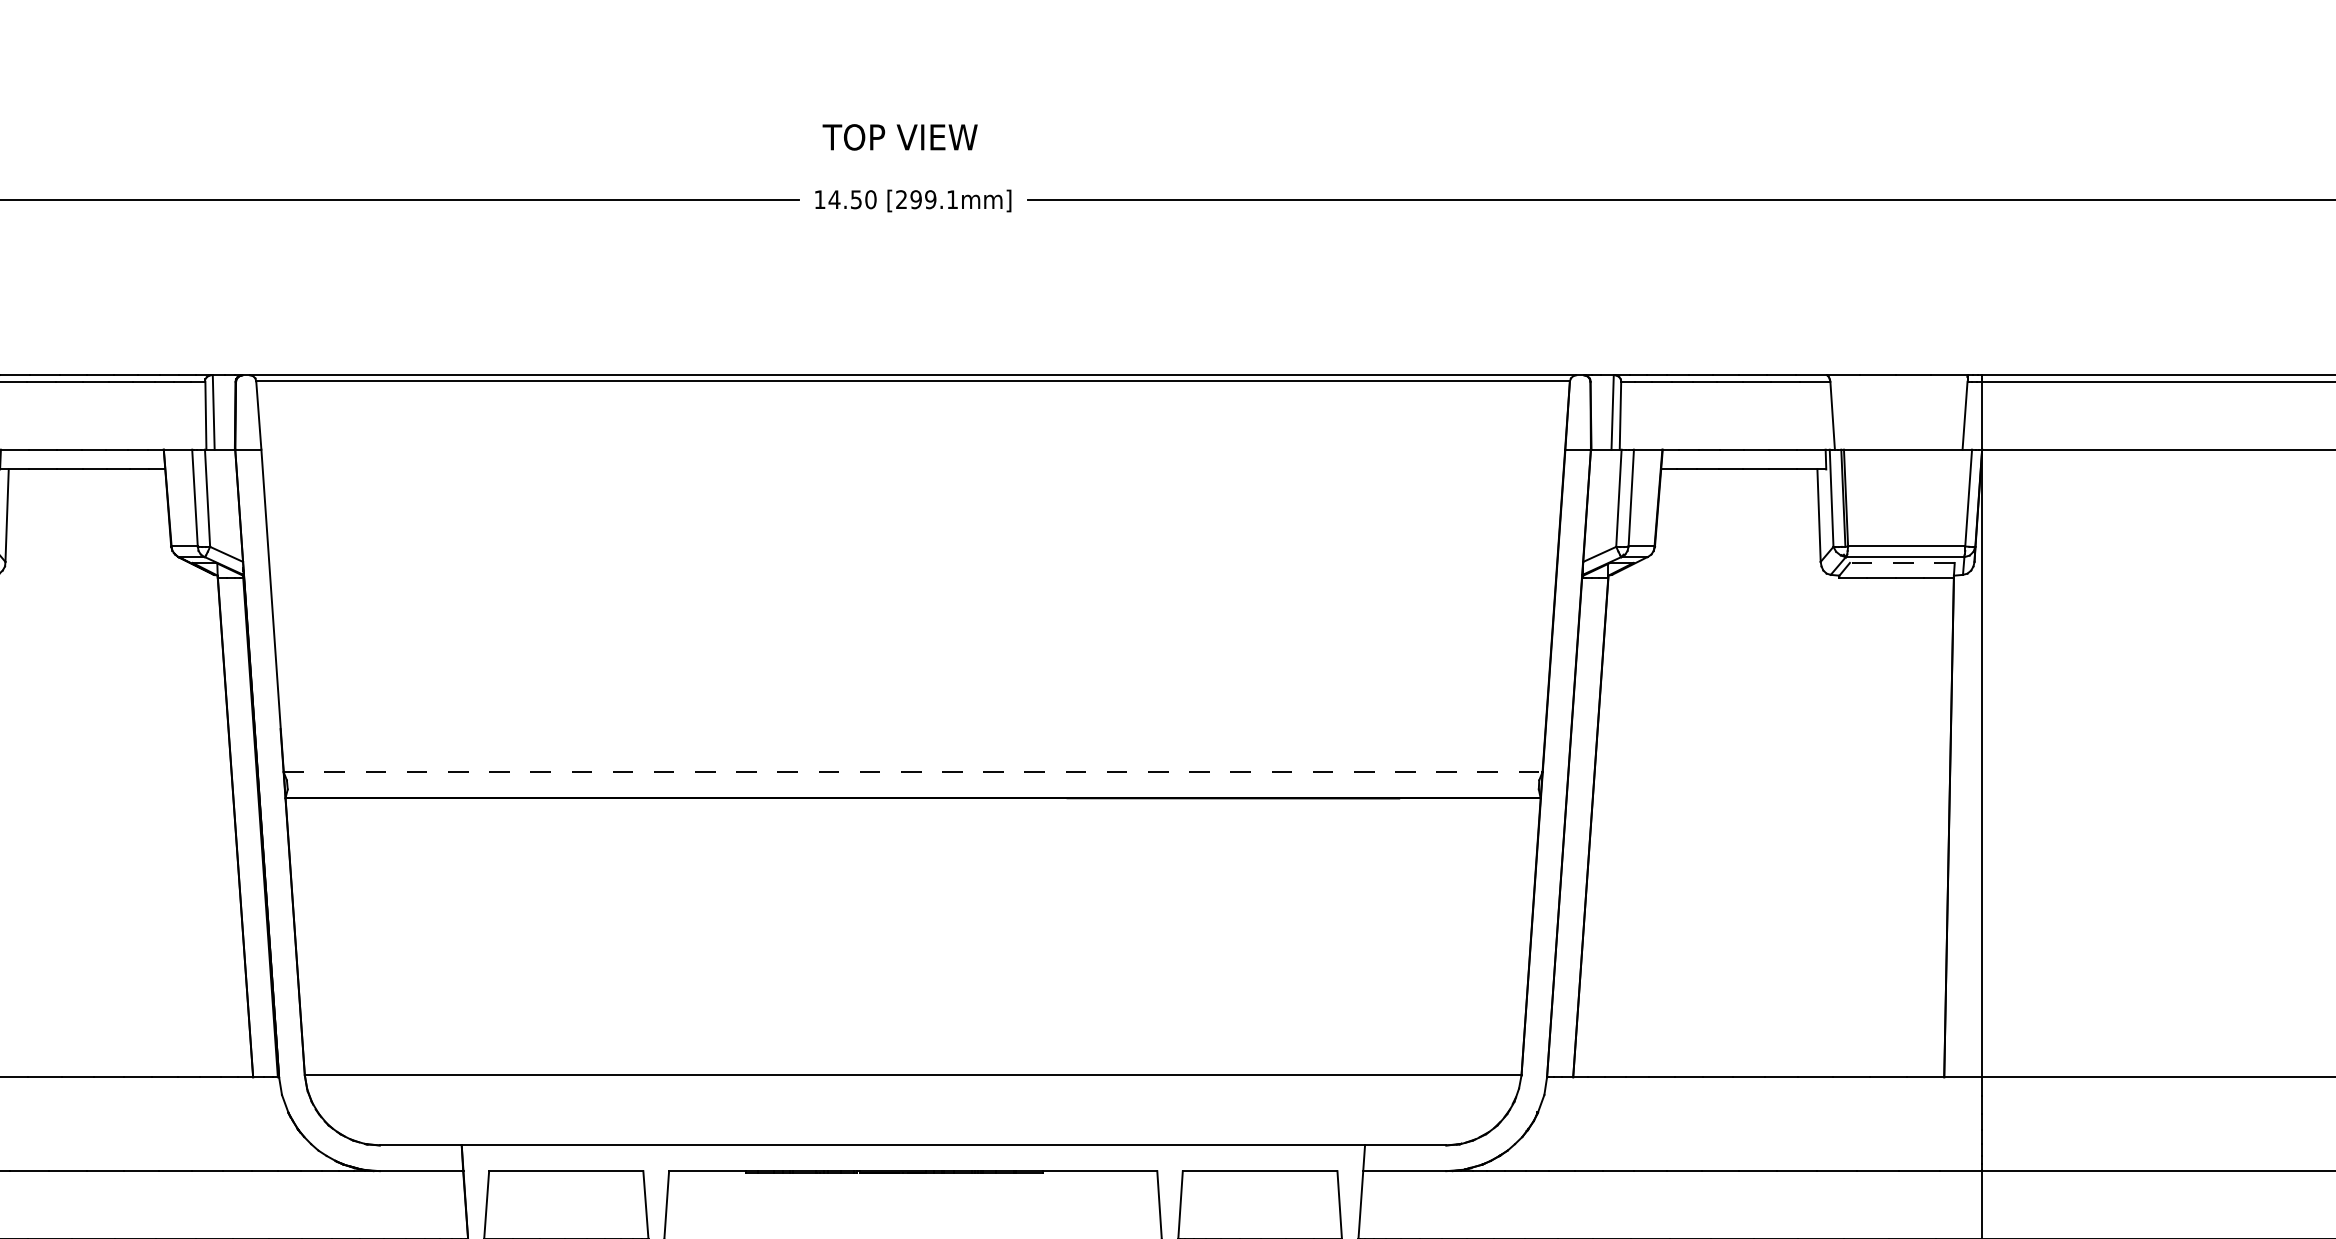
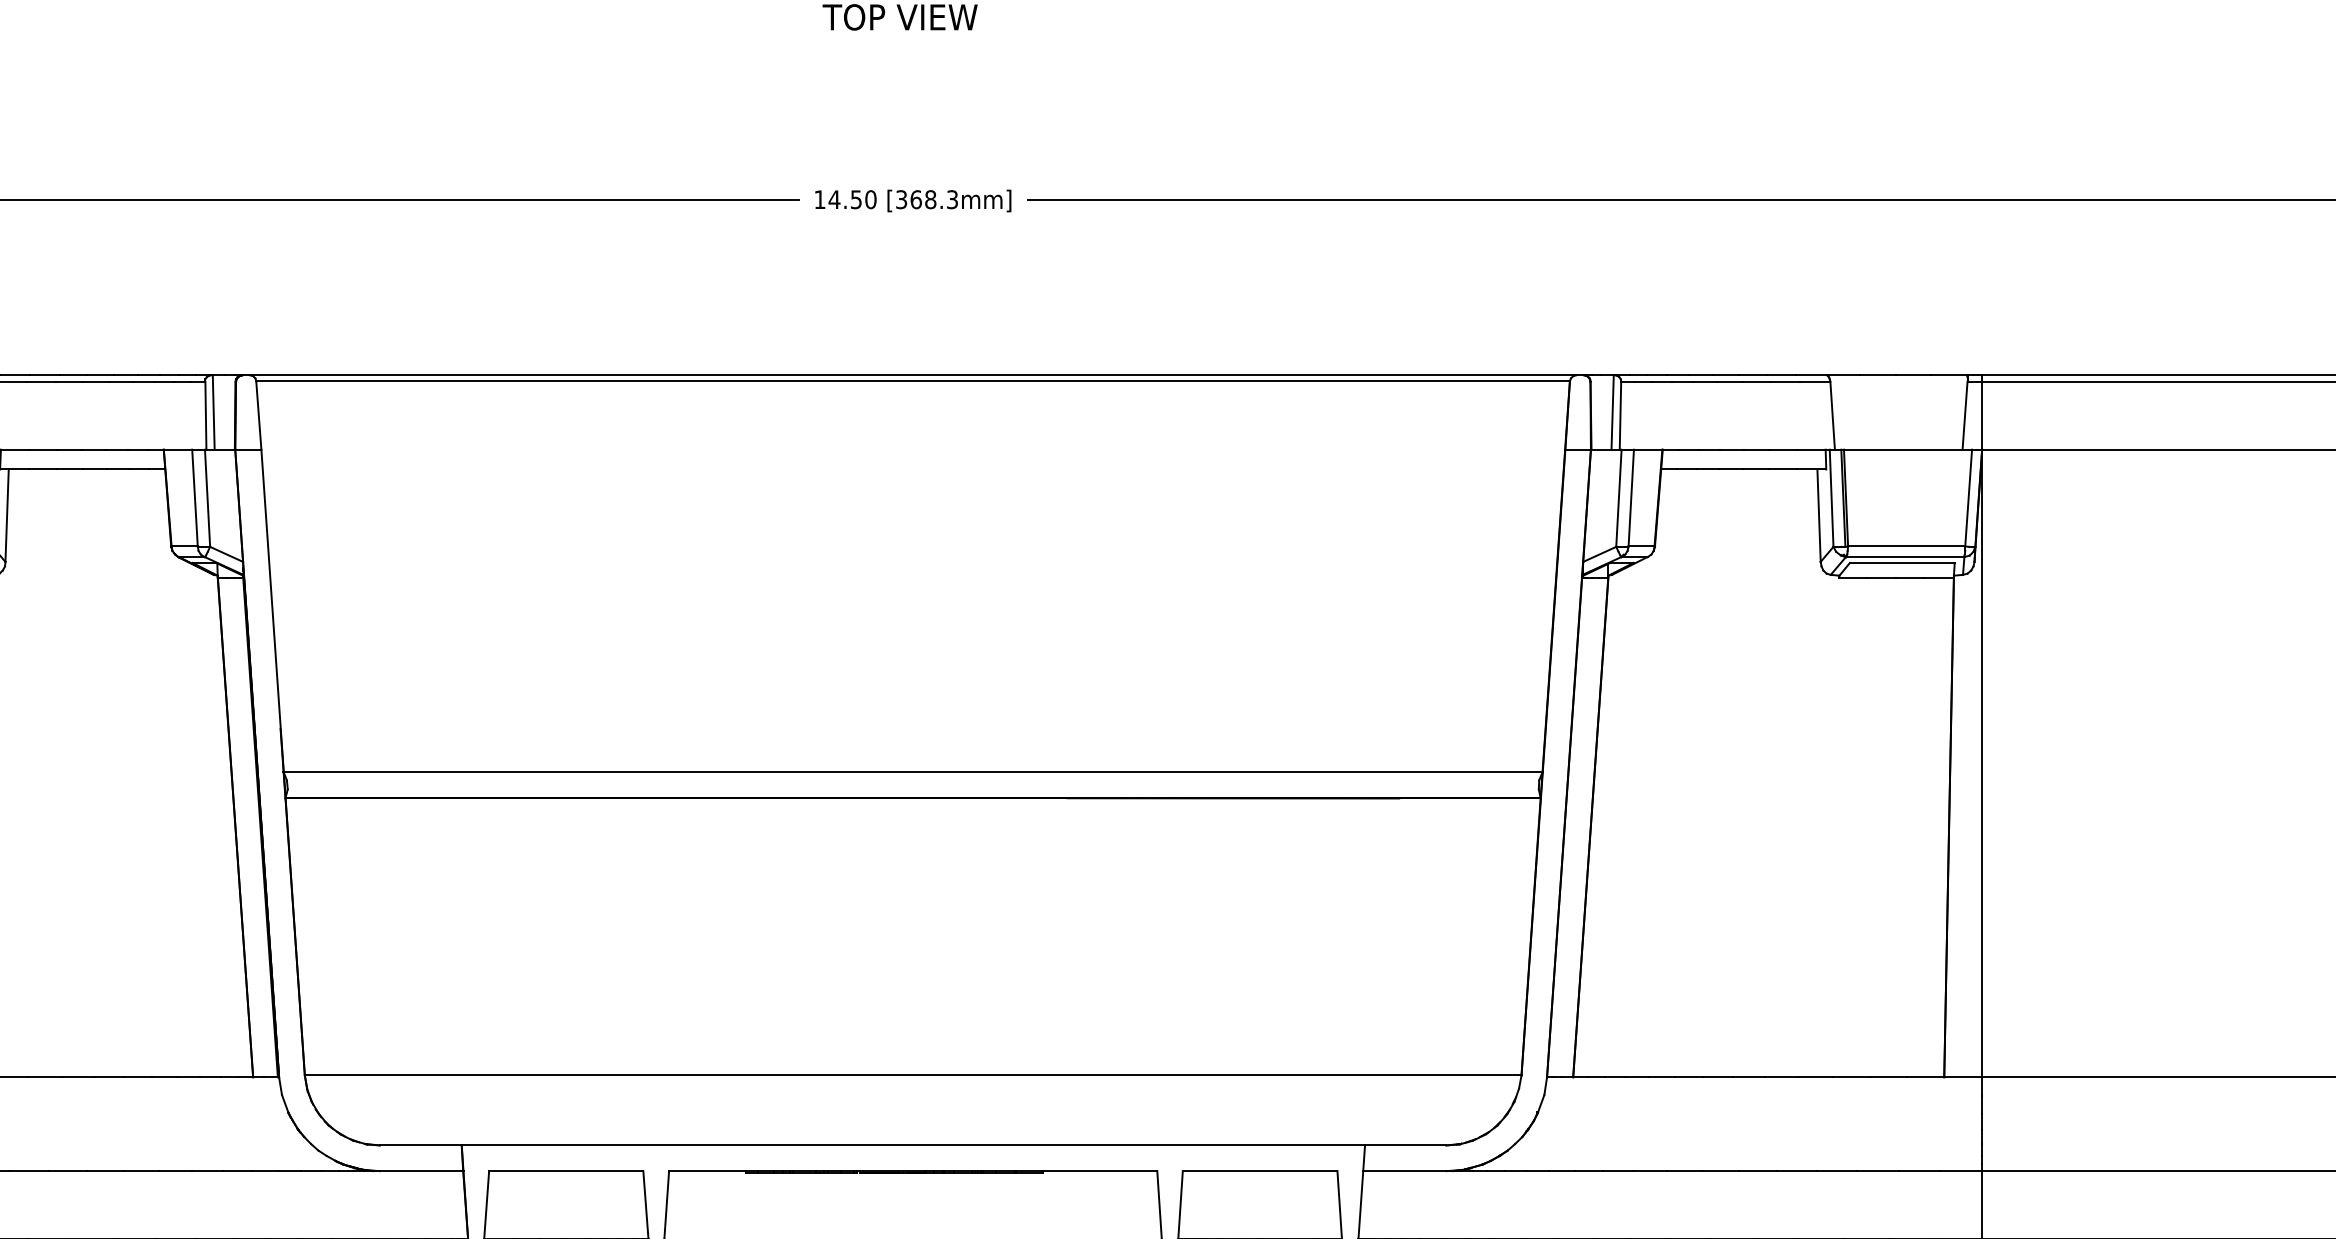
text at (899, 137) position: (899, 137) -> (899, 17)
text at (926, 199): [299.1mm] -> [368.3mm]
line at (1901, 562): dashed -> solid
line at (912, 771): dashed -> solid
